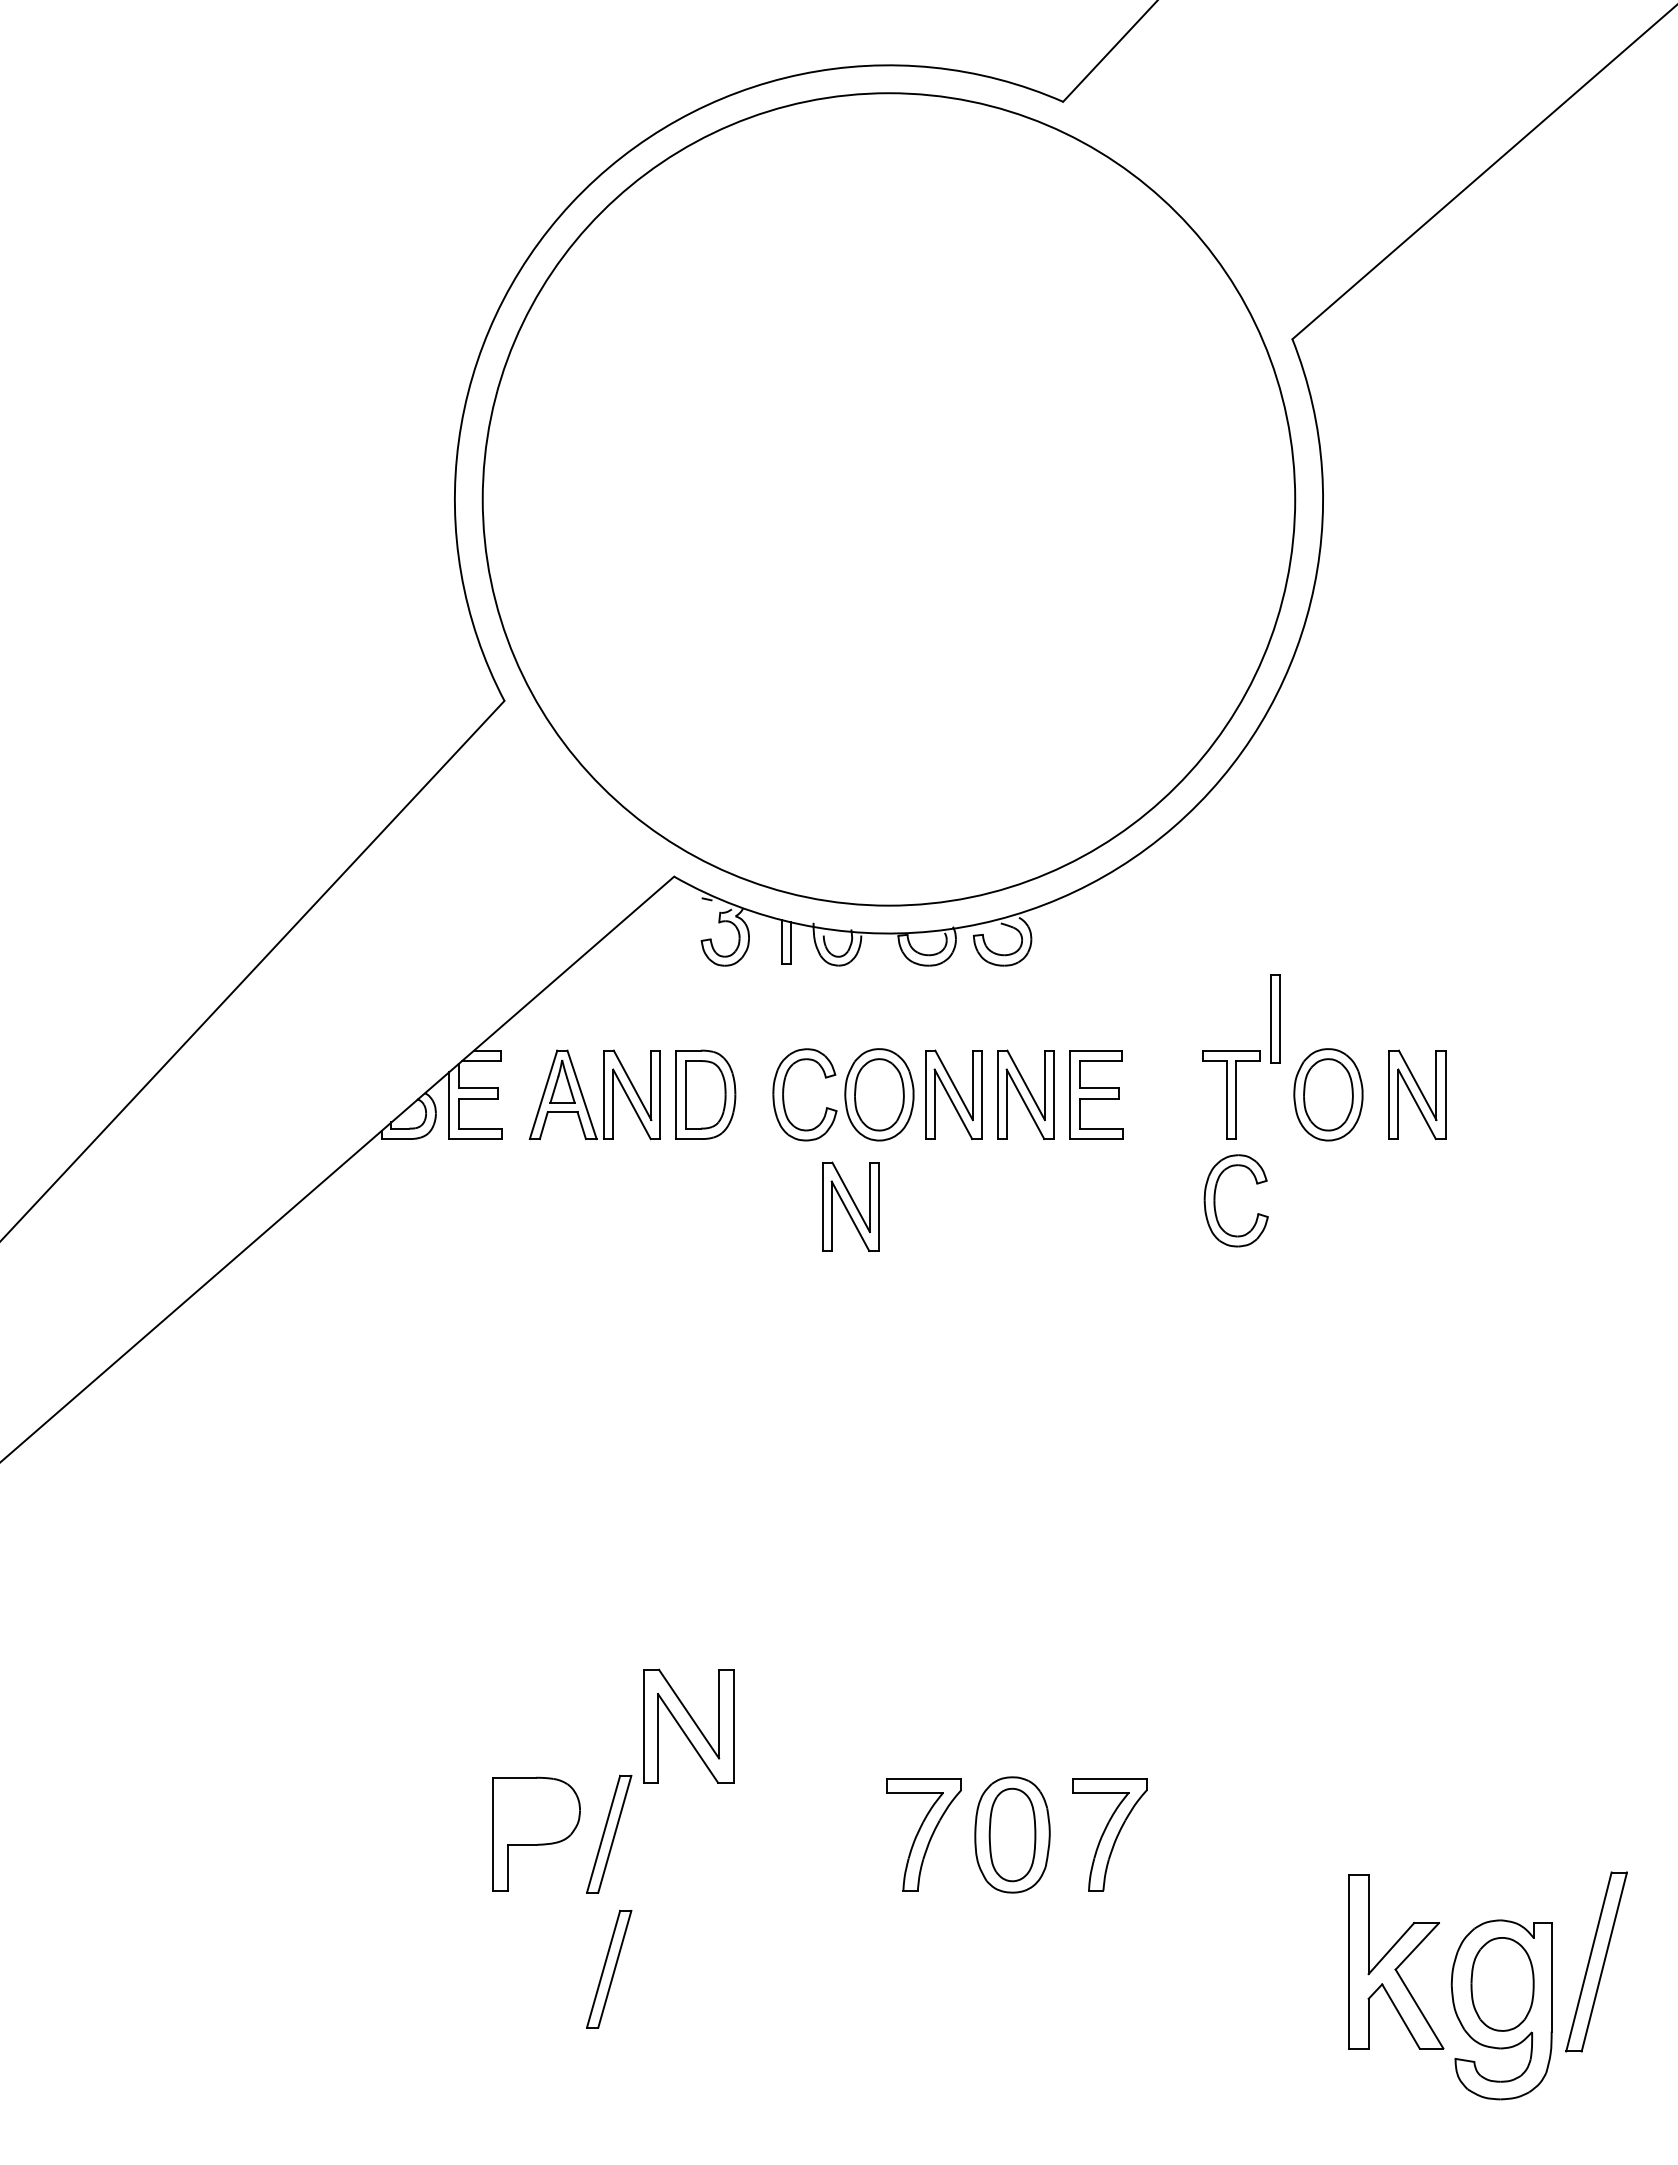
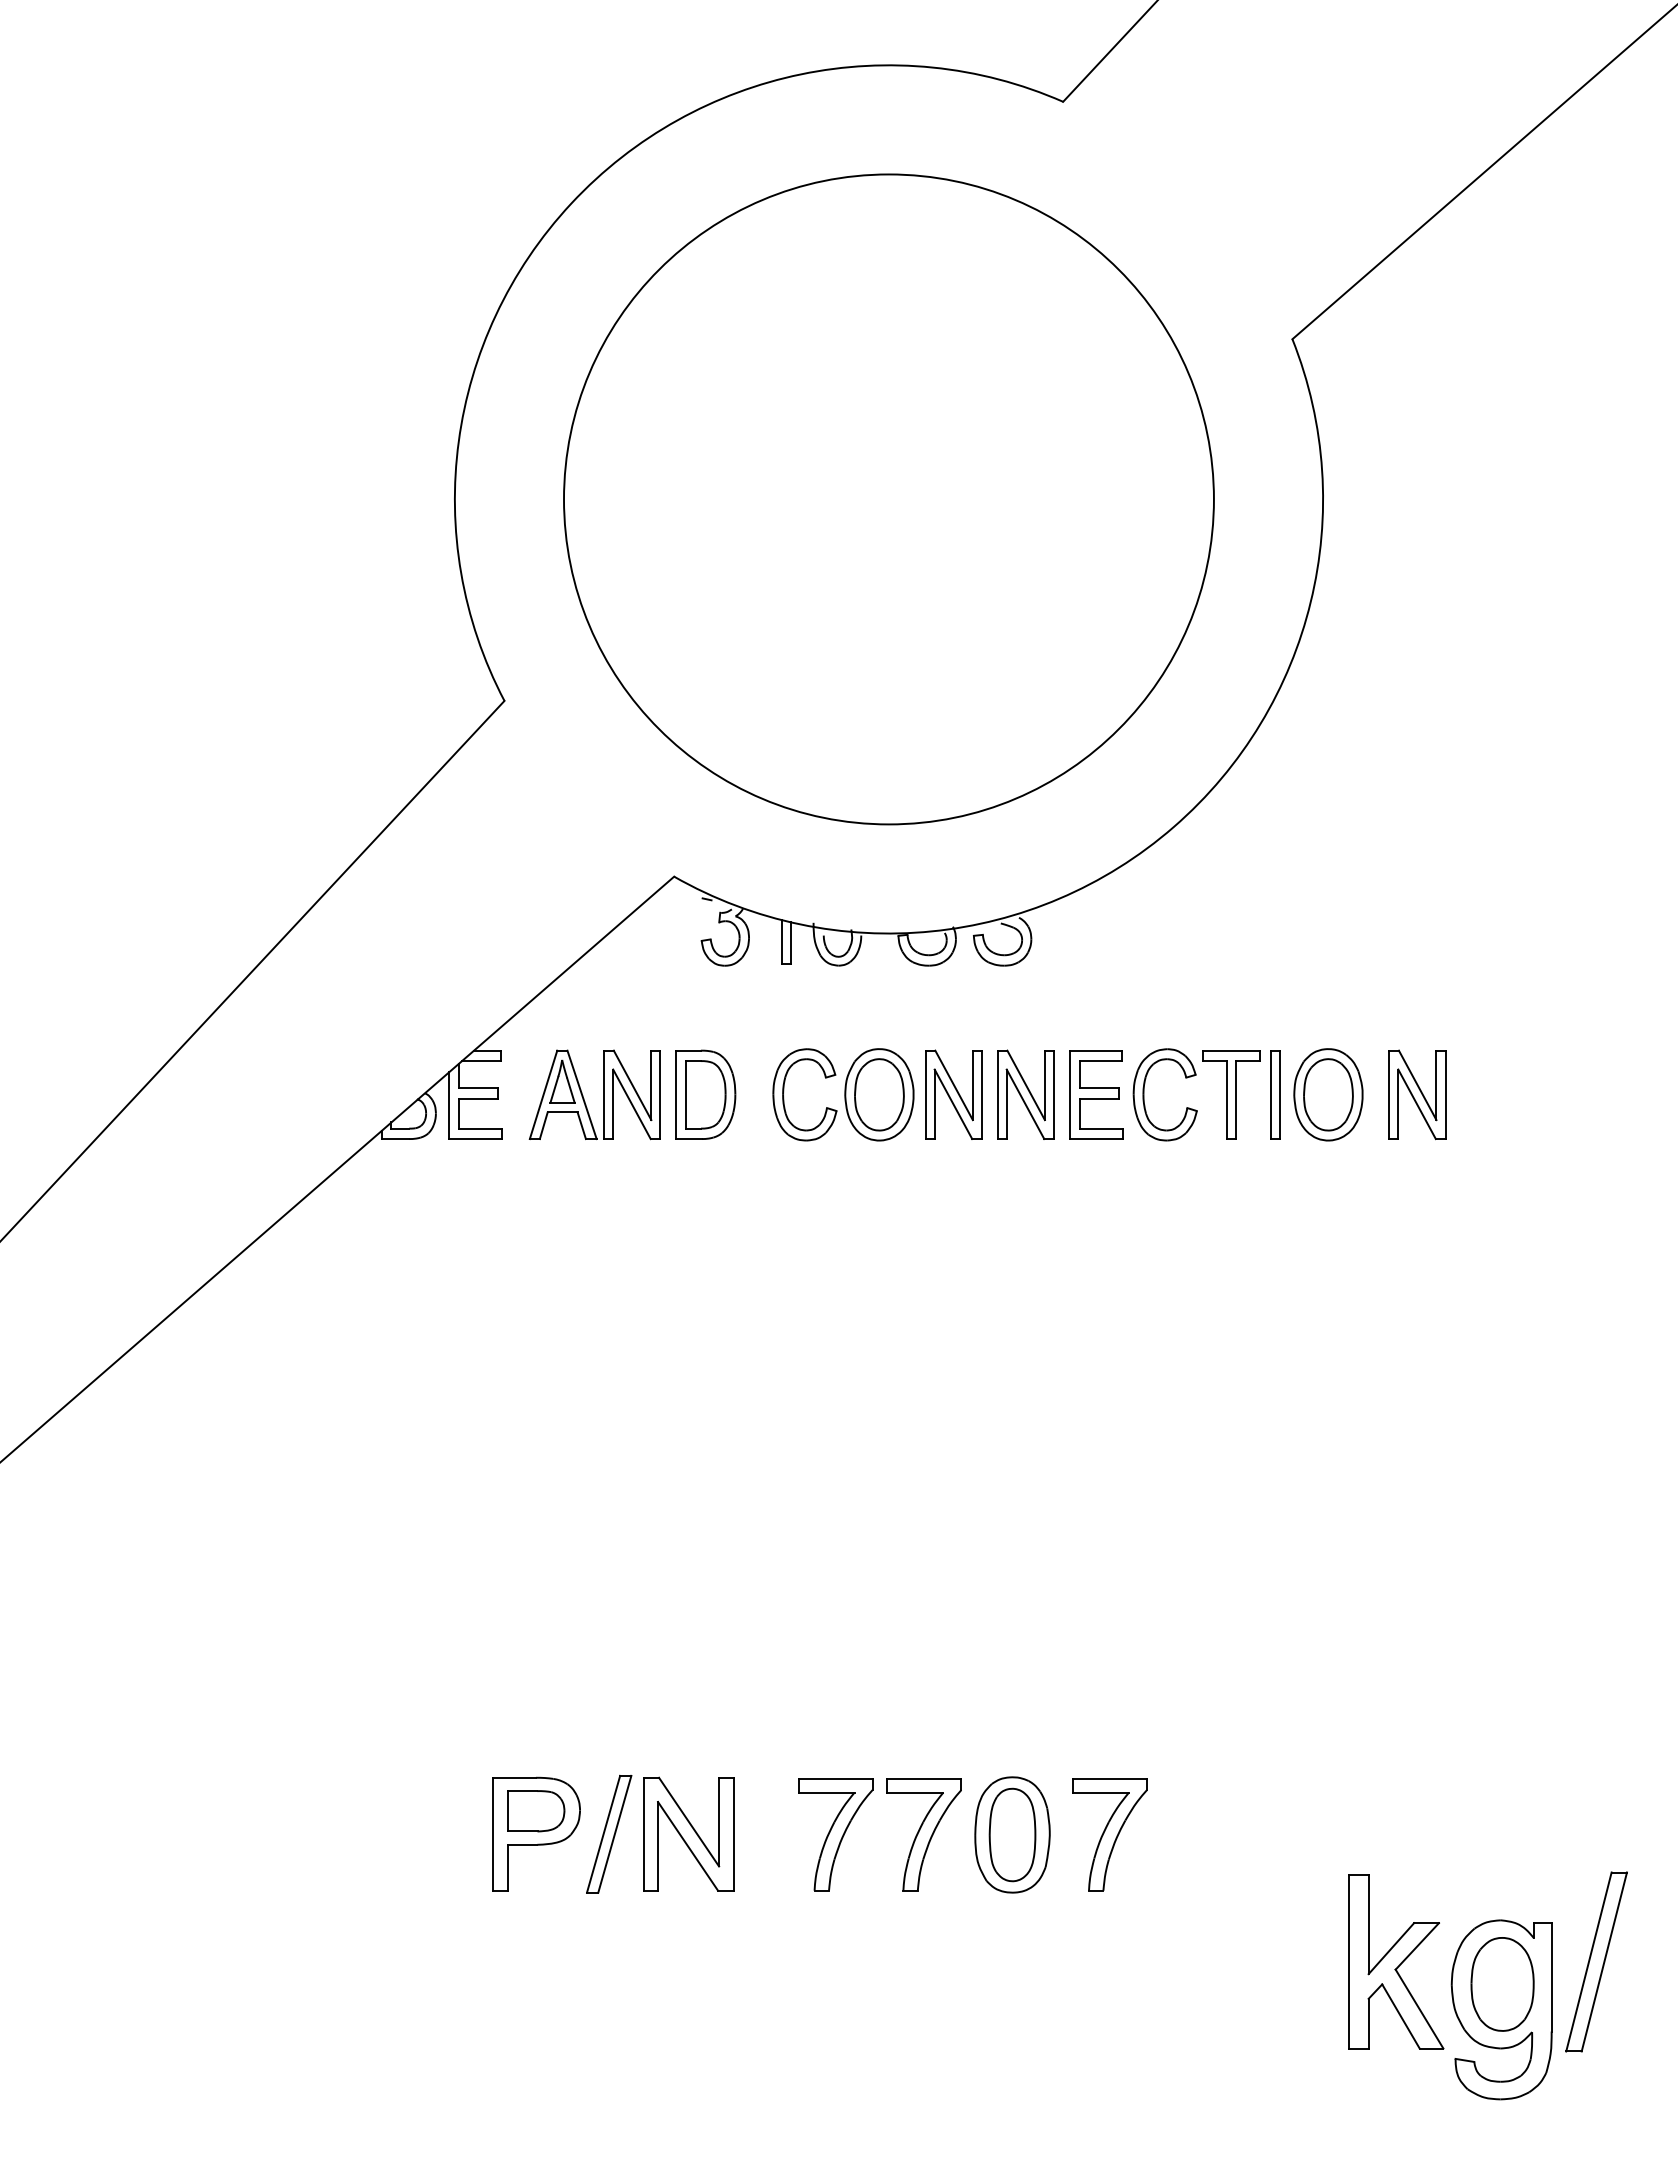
circle at (888, 499) diameter: 812 px -> 650 px
part at (1275, 1018) position: (1275, 1018) -> (1275, 1094)
part at (1215, 1200) position: (1215, 1200) -> (1144, 1094)
part at (850, 1206): present -> none
part at (688, 1725) position: (688, 1725) -> (688, 1833)
part at (536, 1811): none -> present
part at (835, 1834): none -> present
part at (609, 1968): present -> none
